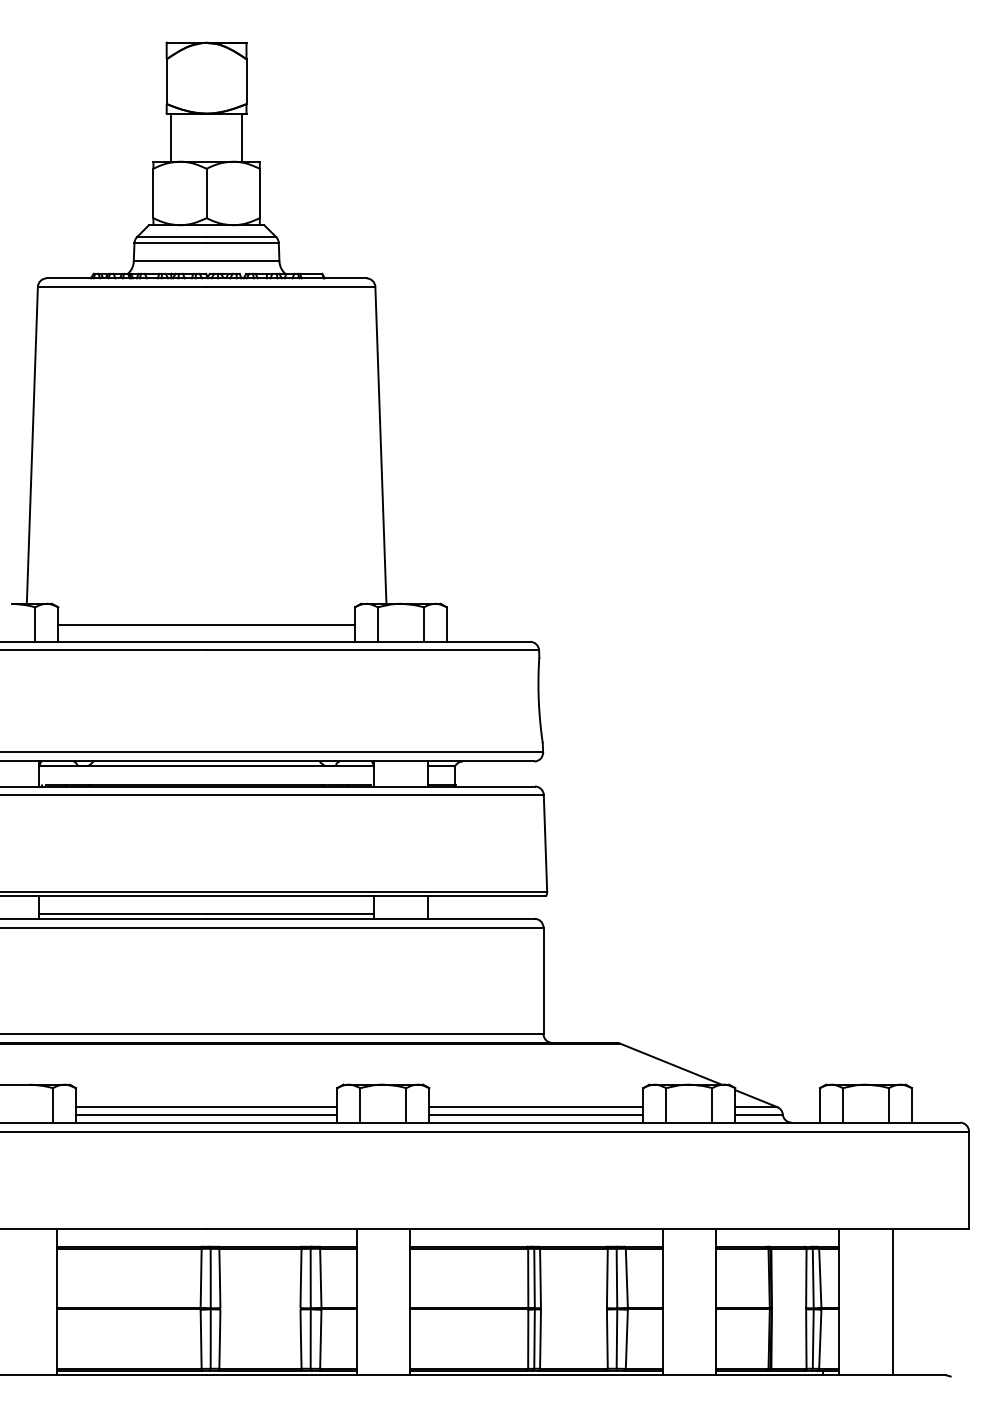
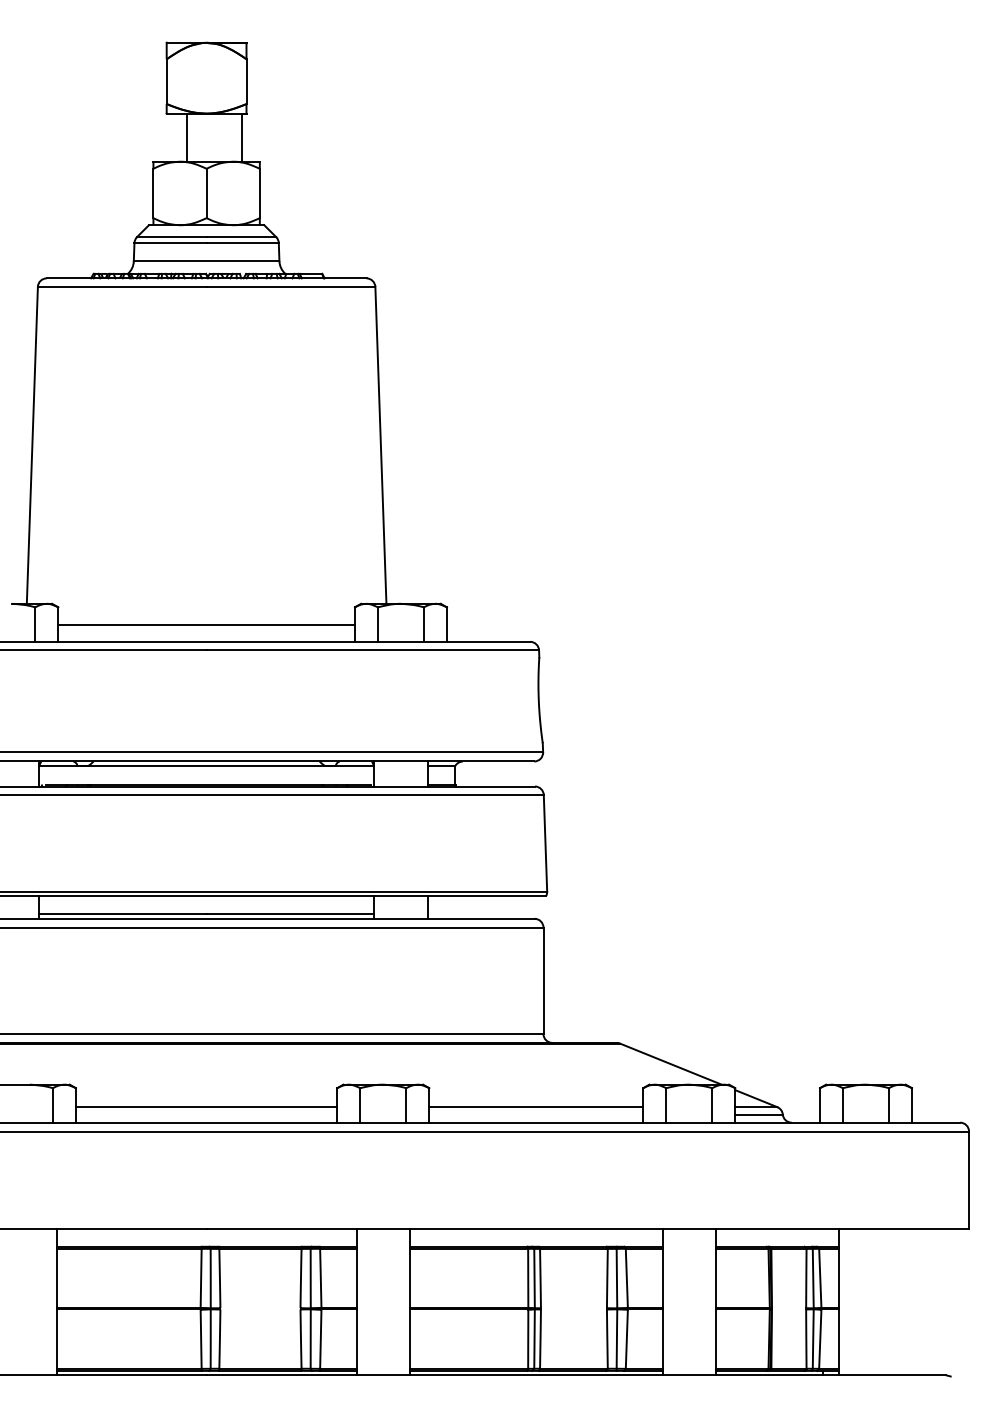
line at (171, 137) position: (171, 137) -> (187, 137)
line at (206, 1114): present -> none
line at (536, 1114): present -> none
line at (892, 1302): present -> none
